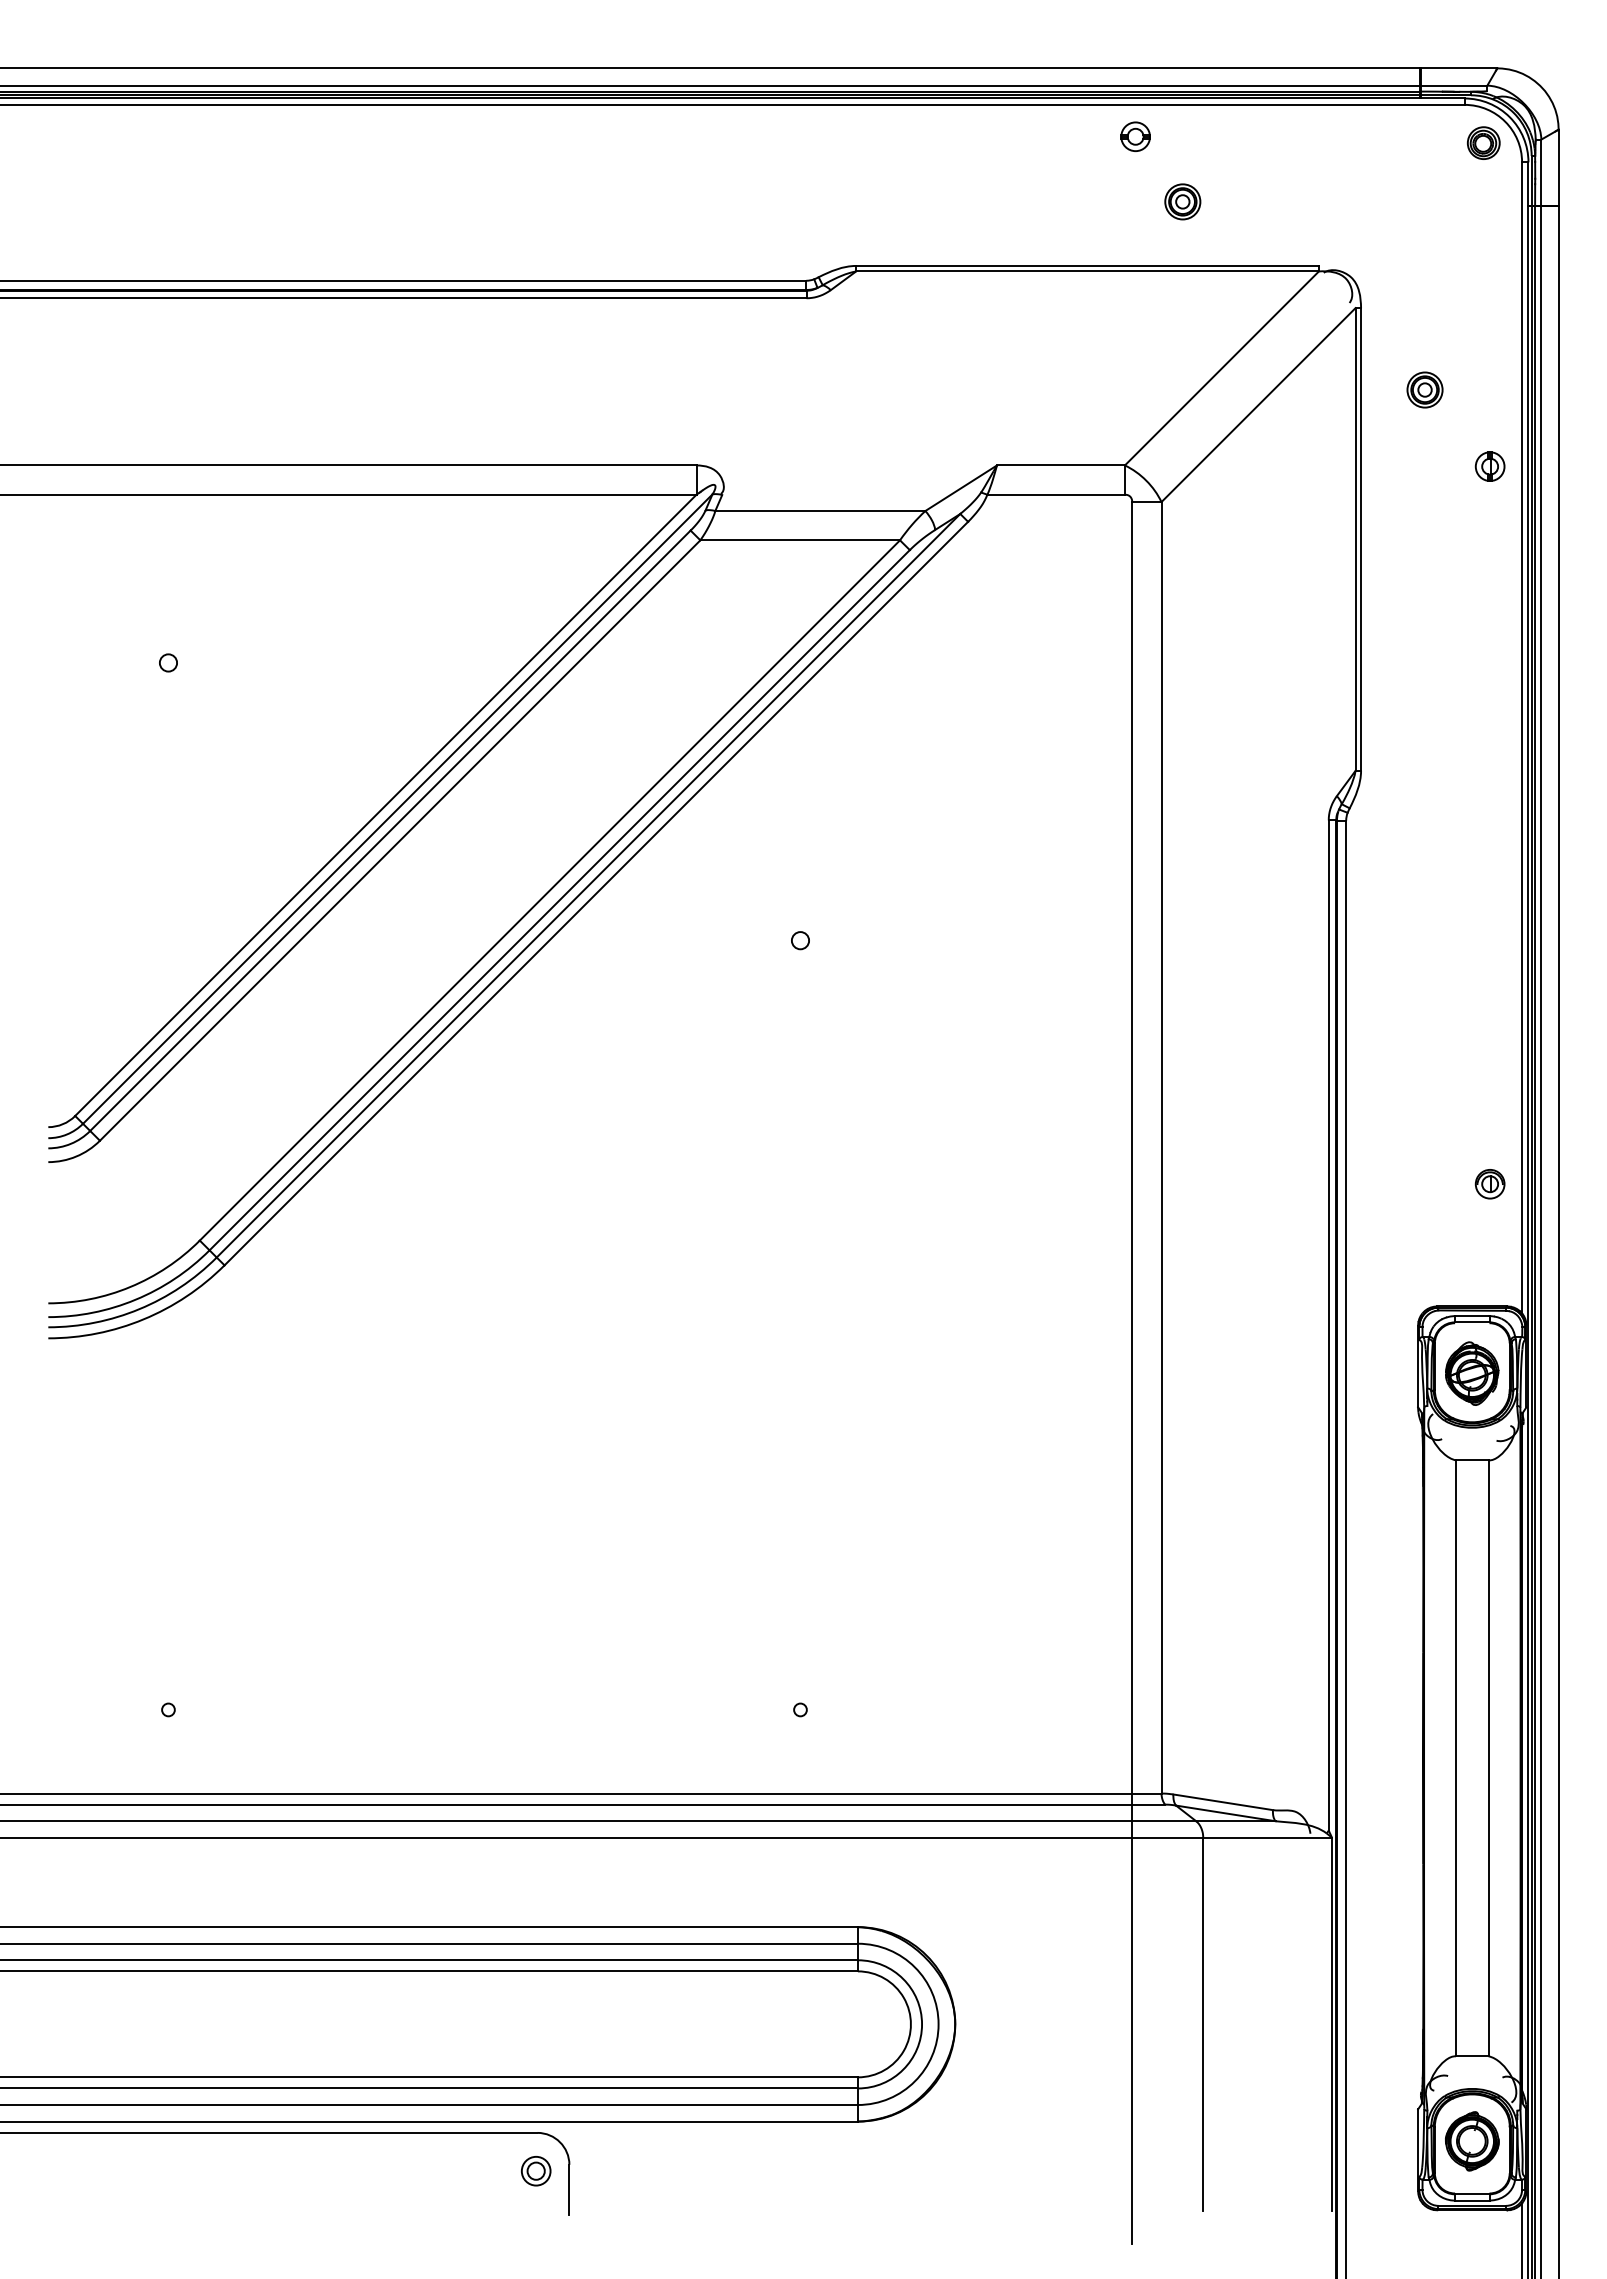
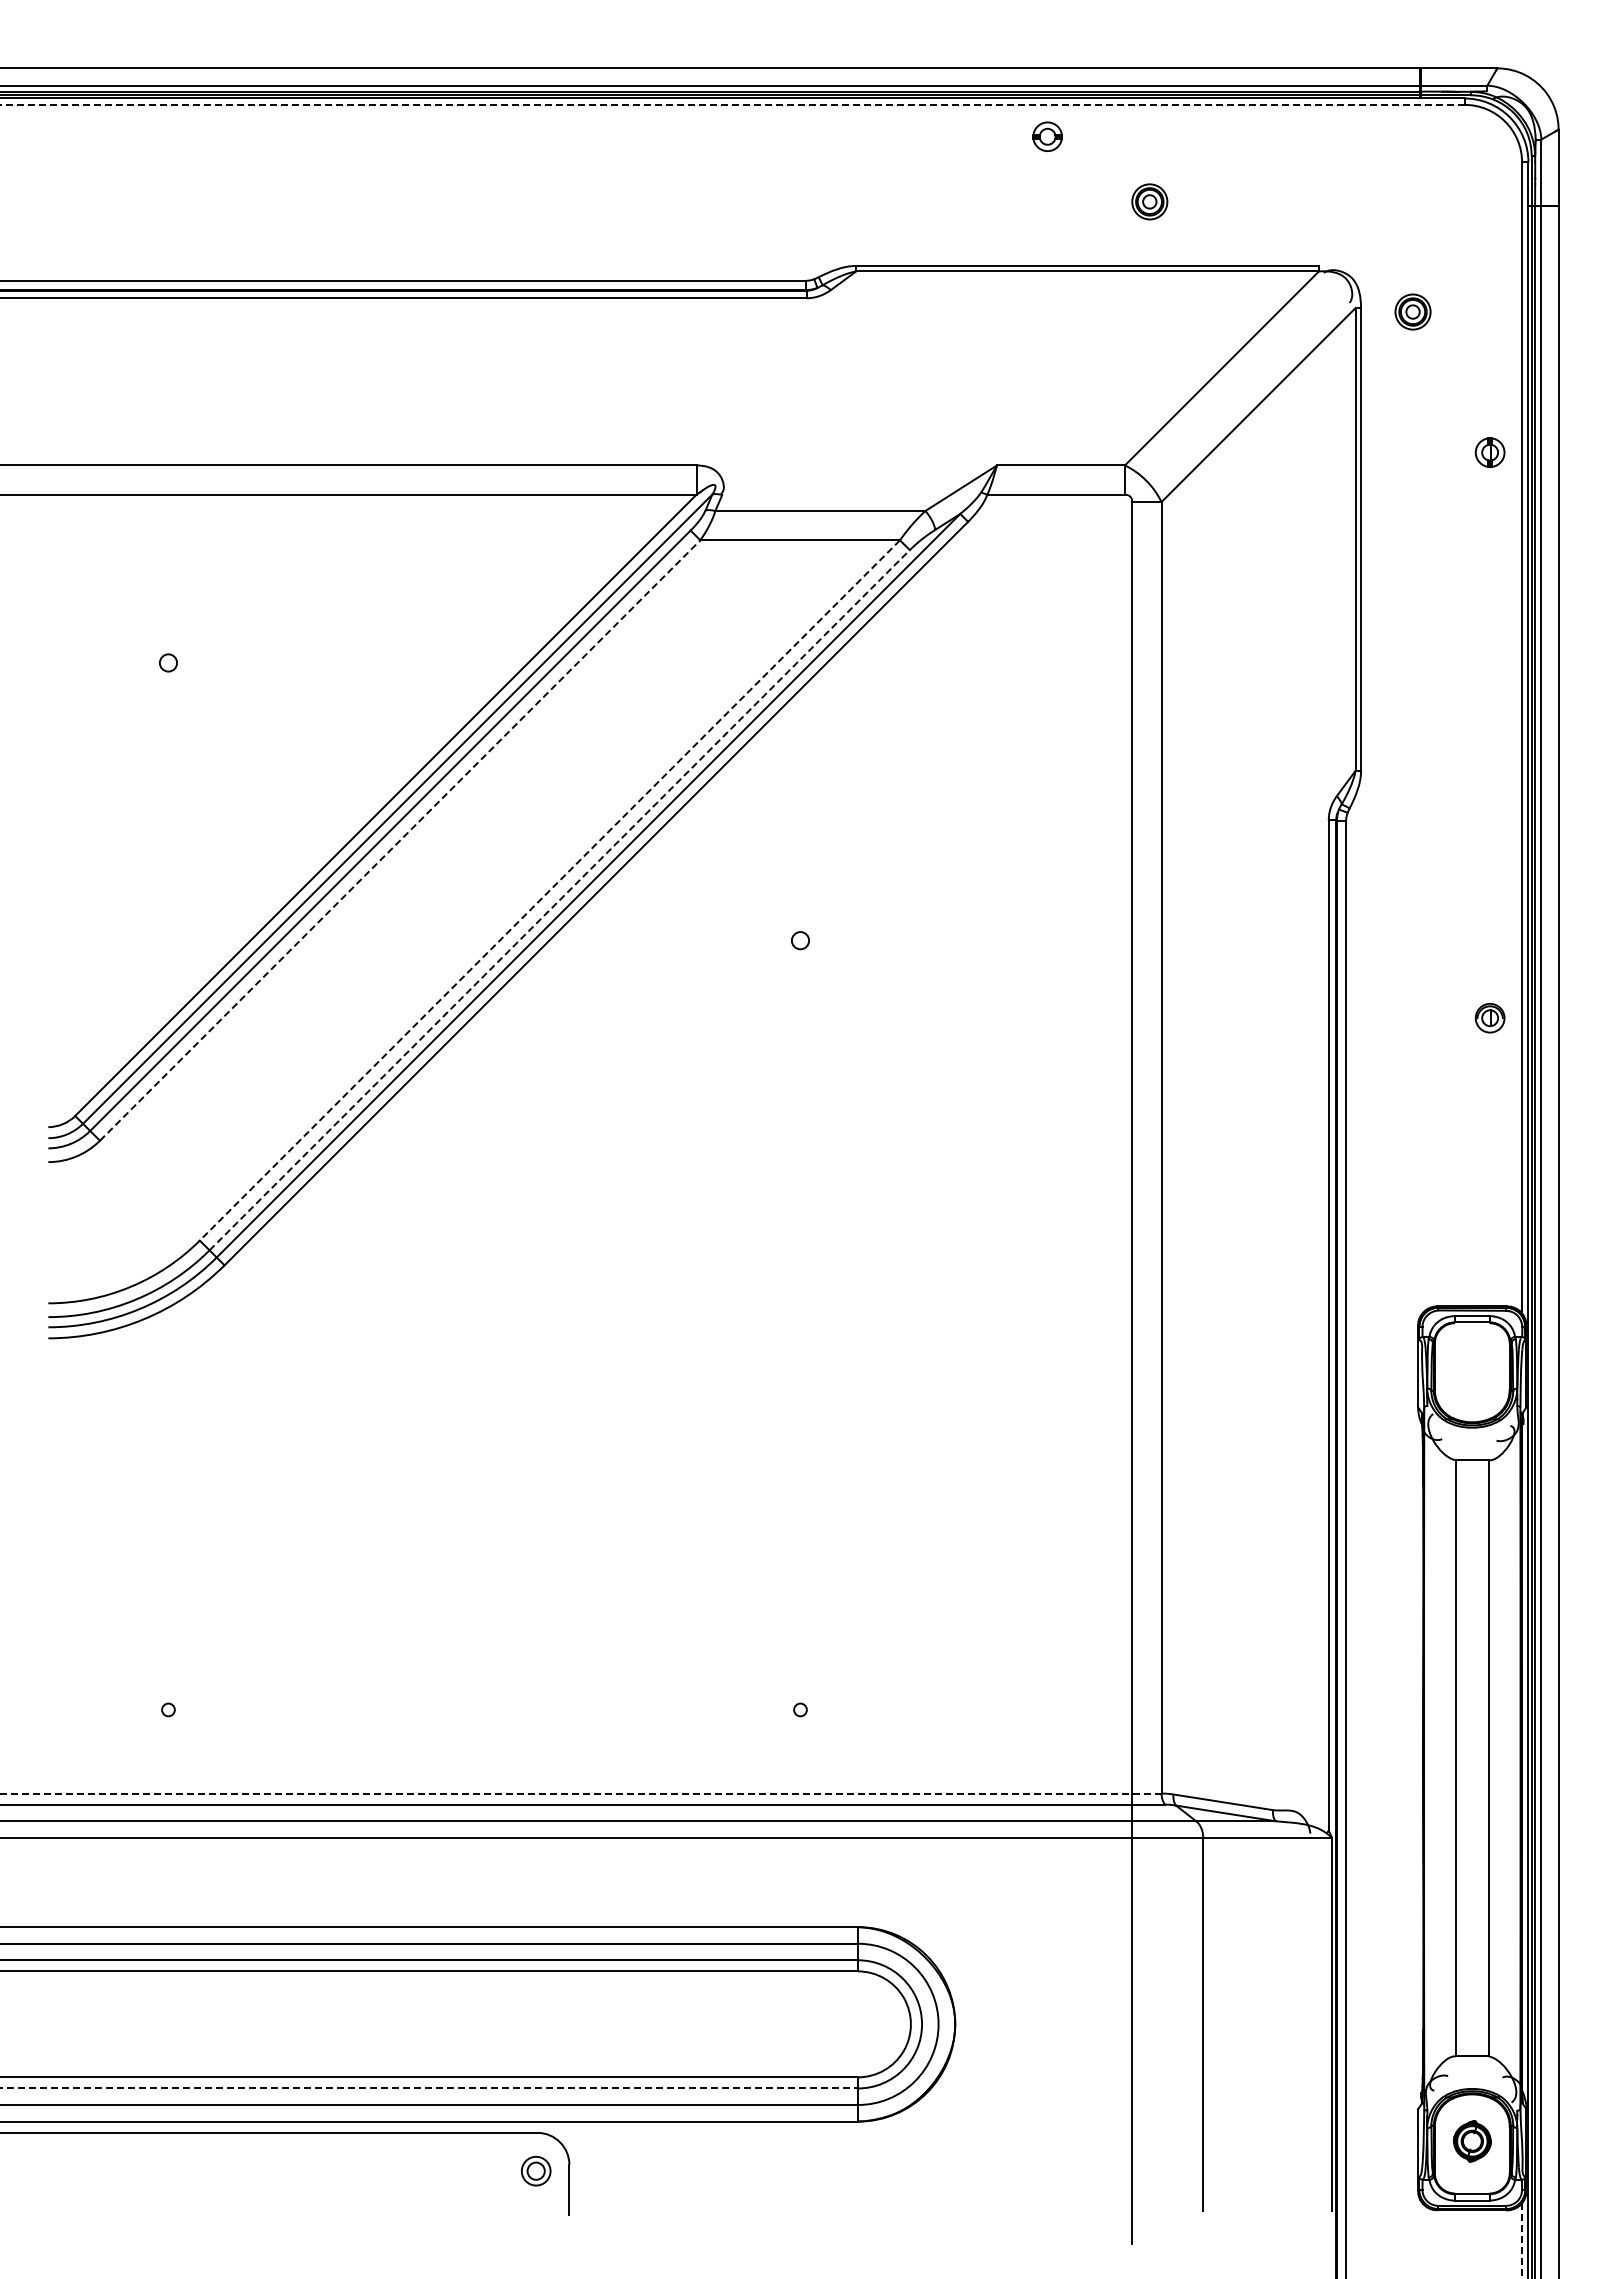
line at (732, 104): solid -> dashed
part at (1135, 136) position: (1135, 136) -> (1047, 136)
part at (1483, 142): present -> none
part at (1182, 201) position: (1182, 201) -> (1149, 201)
part at (1424, 389) position: (1424, 389) -> (1412, 311)
part at (1489, 466) position: (1489, 466) -> (1489, 452)
line at (400, 840): solid -> dashed
line at (549, 890): solid -> dashed
line at (560, 899): solid -> dashed
part at (1489, 1184) position: (1489, 1184) -> (1489, 1018)
part at (1472, 1373): present -> none
line at (580, 1793): solid -> dashed
line at (429, 2088): solid -> dashed
part at (1472, 2141) size: 55x61 px -> 39x43 px
line at (1522, 2241): solid -> dashed
